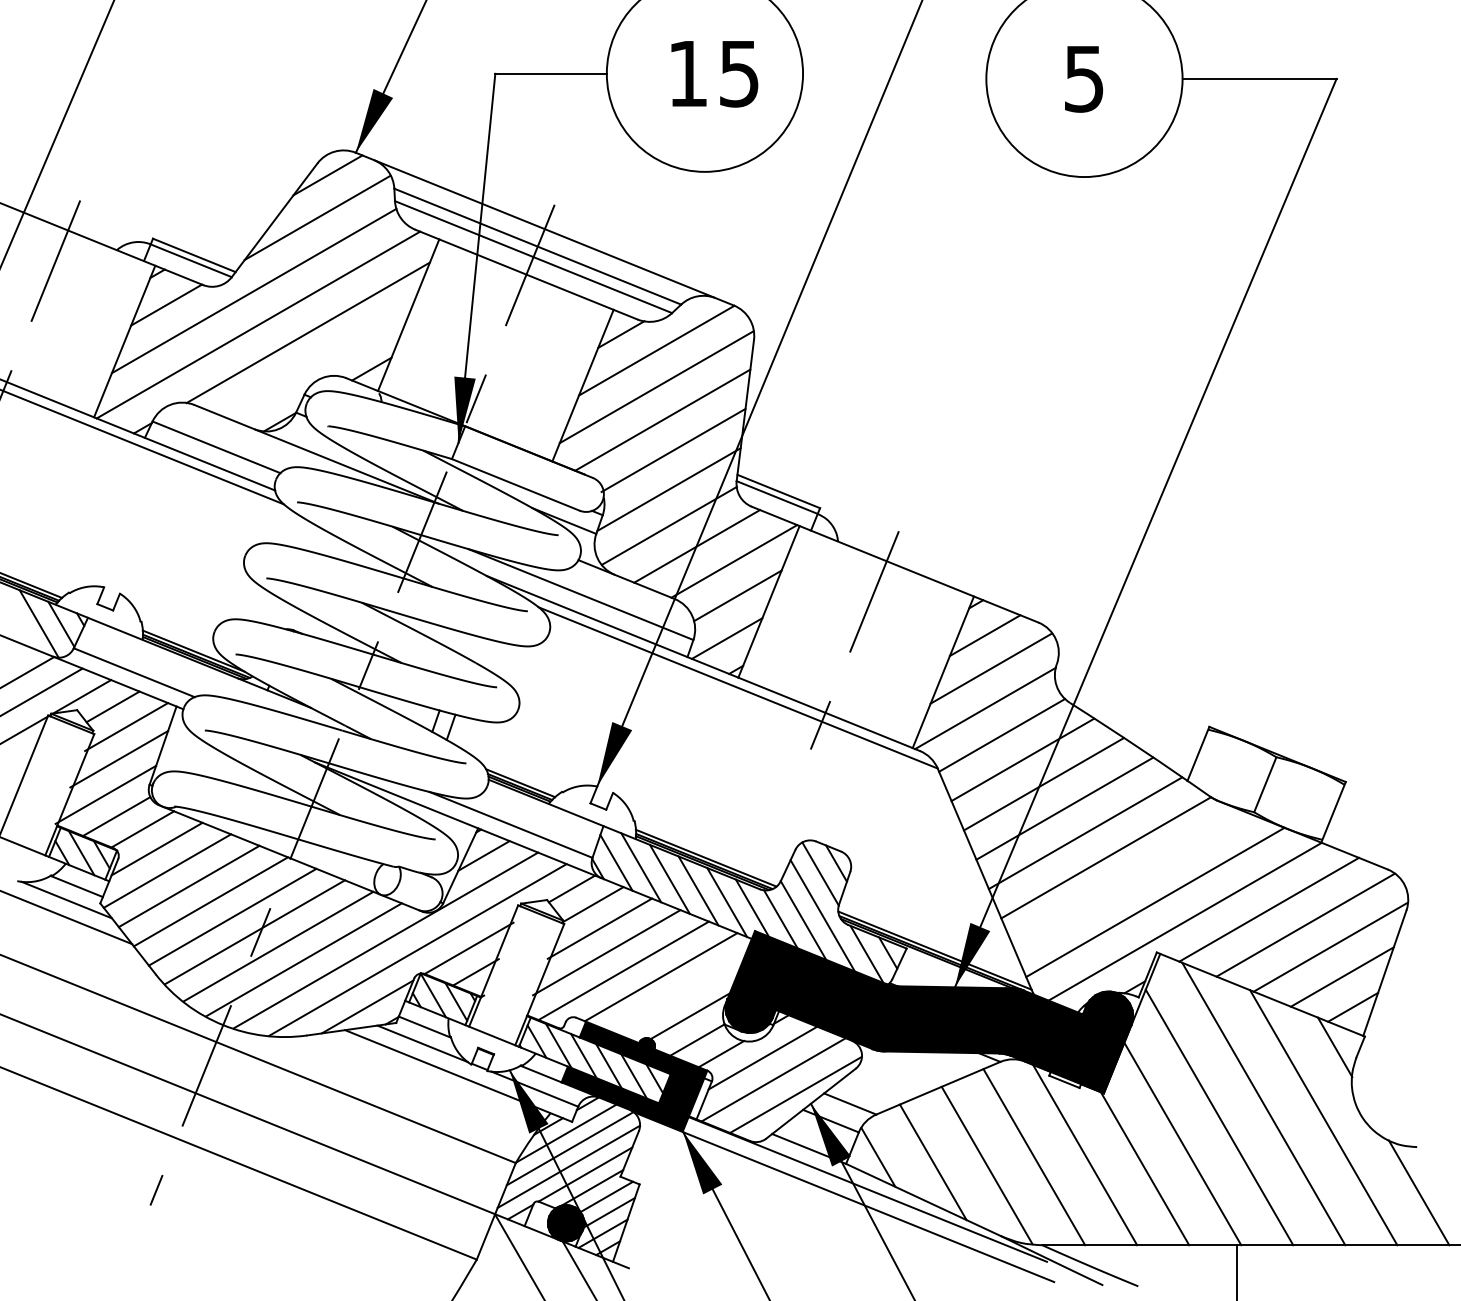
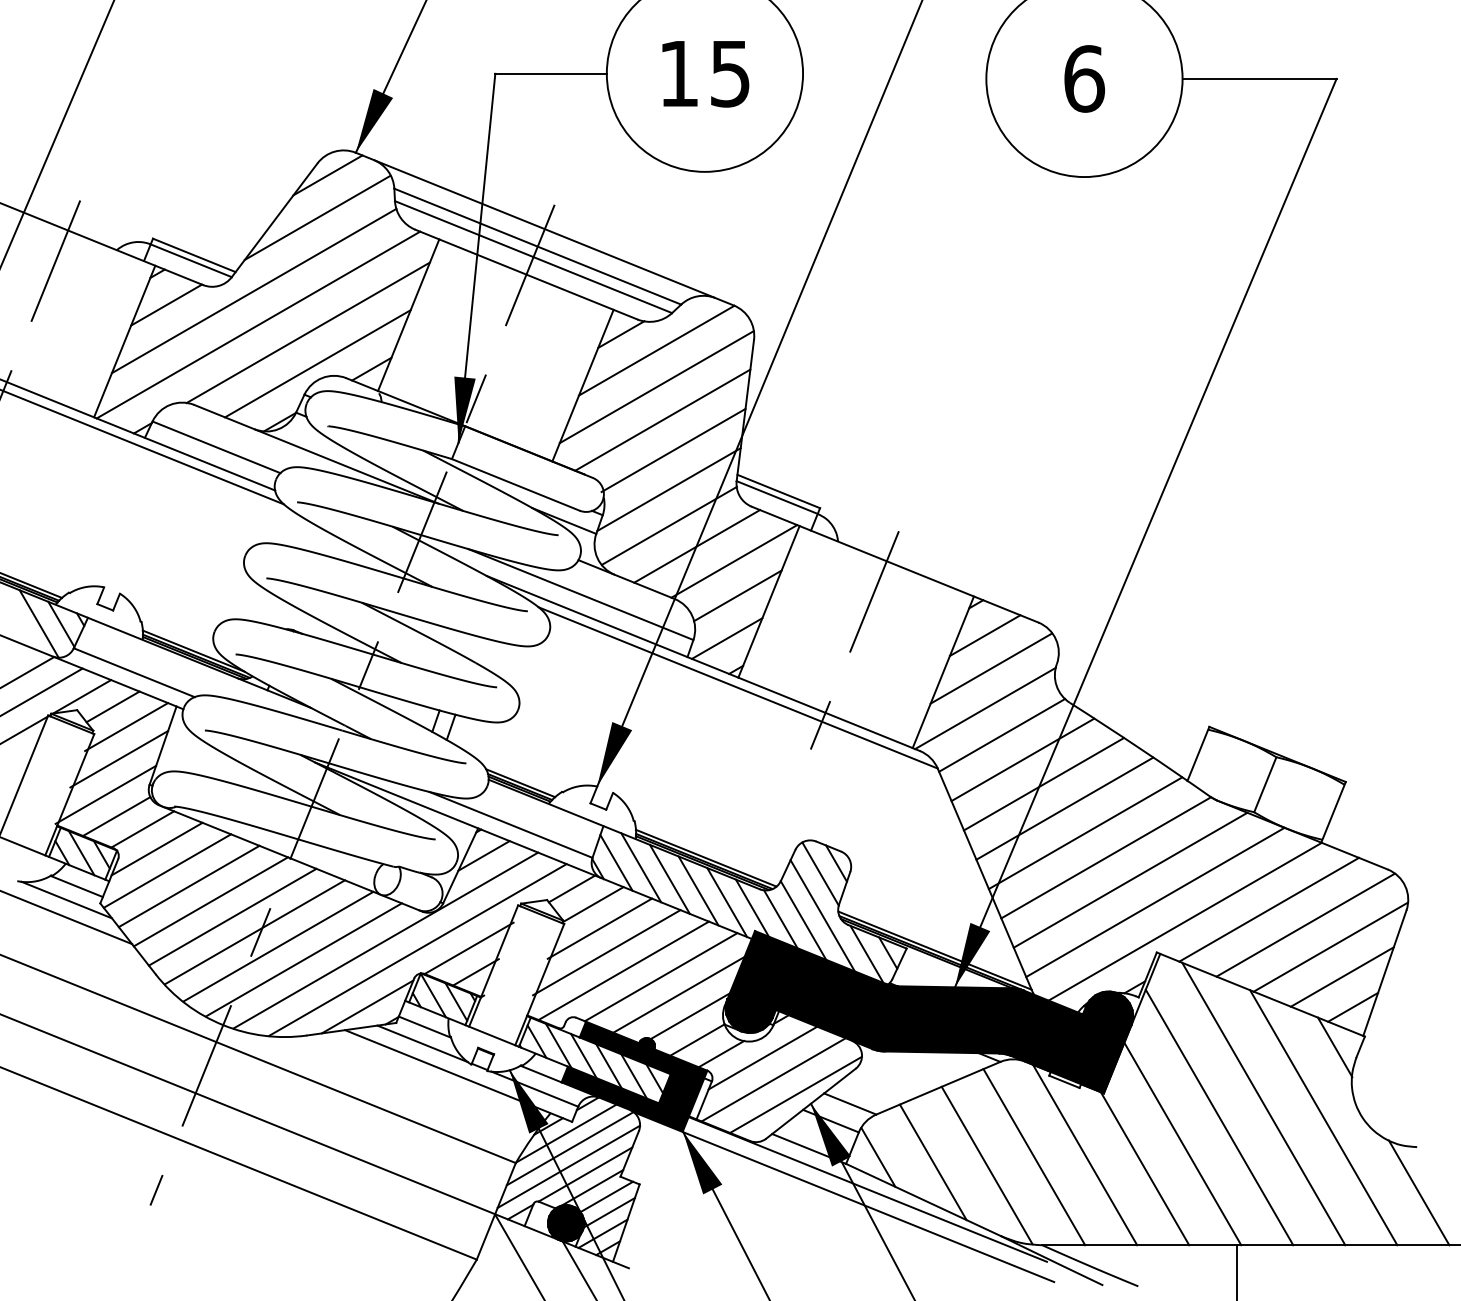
text at (714, 74) position: (714, 74) -> (705, 74)
text at (1084, 78): 5 -> 6
line at (317, 363): none -> present
line at (1130, 879): none -> present
line at (678, 994): none -> present
